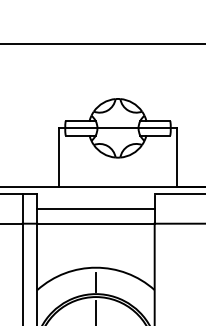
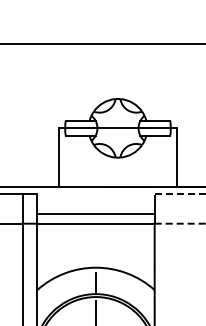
line at (180, 194): solid -> dashed
line at (95, 209) position: (95, 209) -> (95, 214)
line at (180, 223): solid -> dashed
